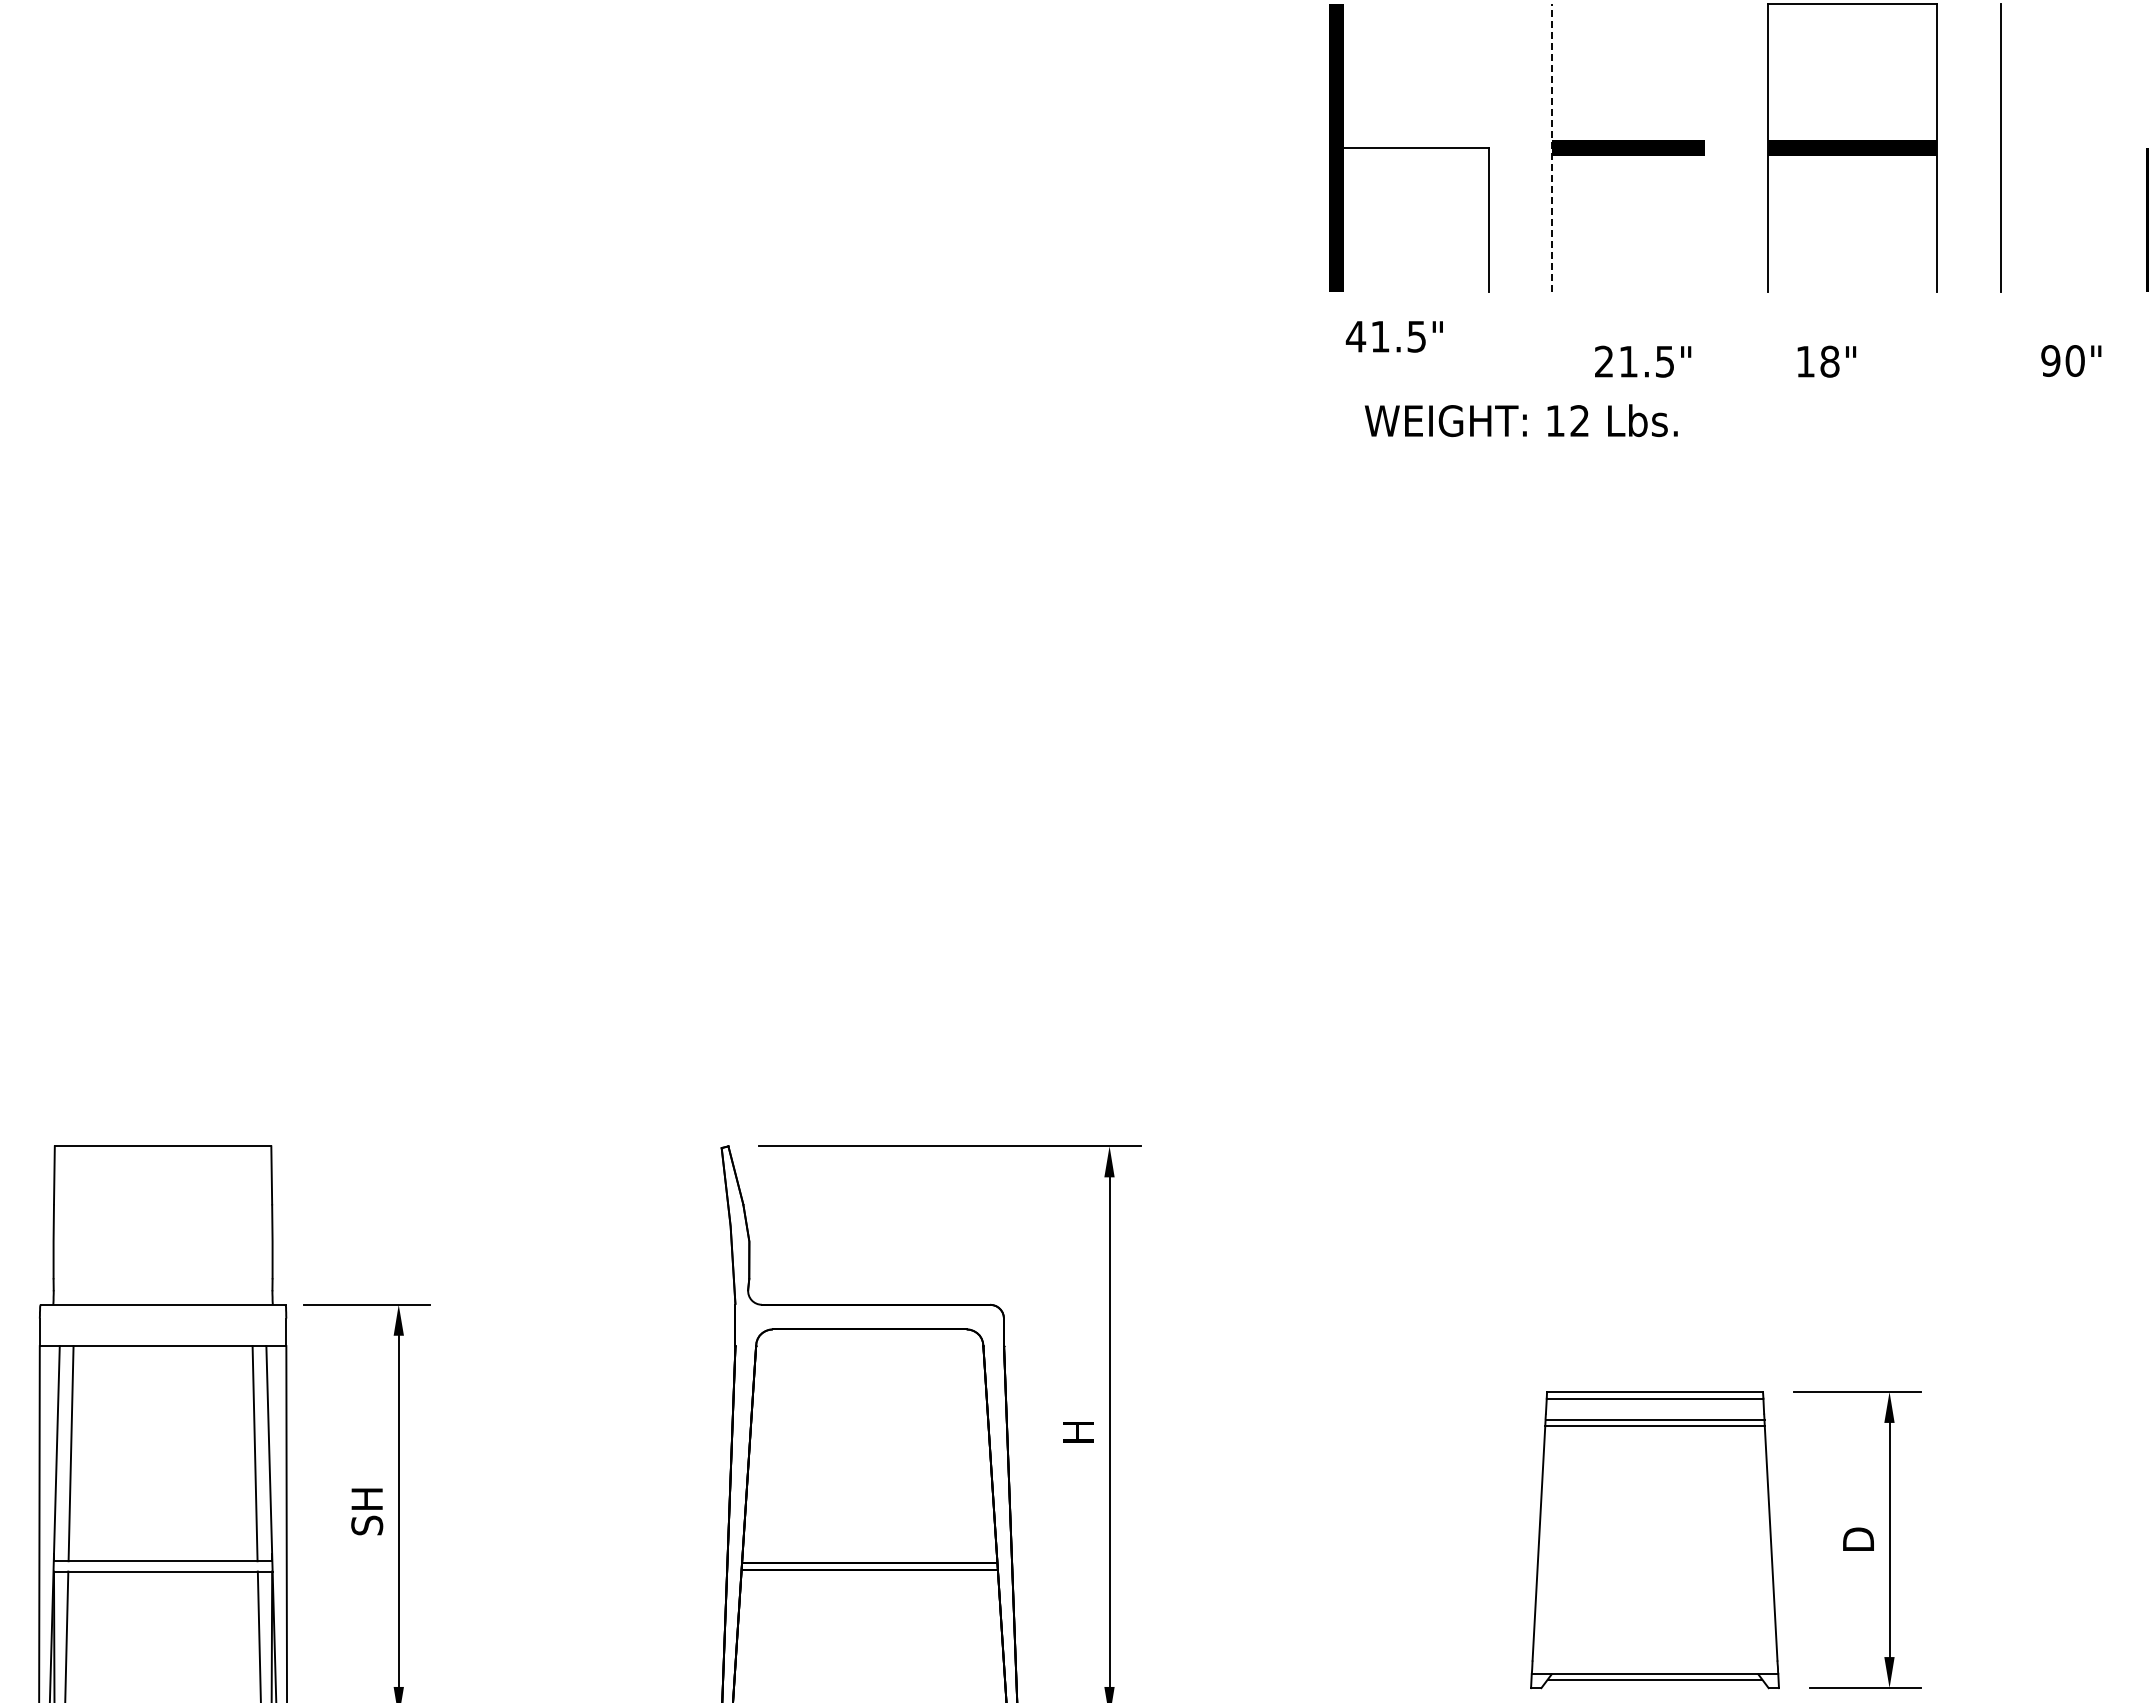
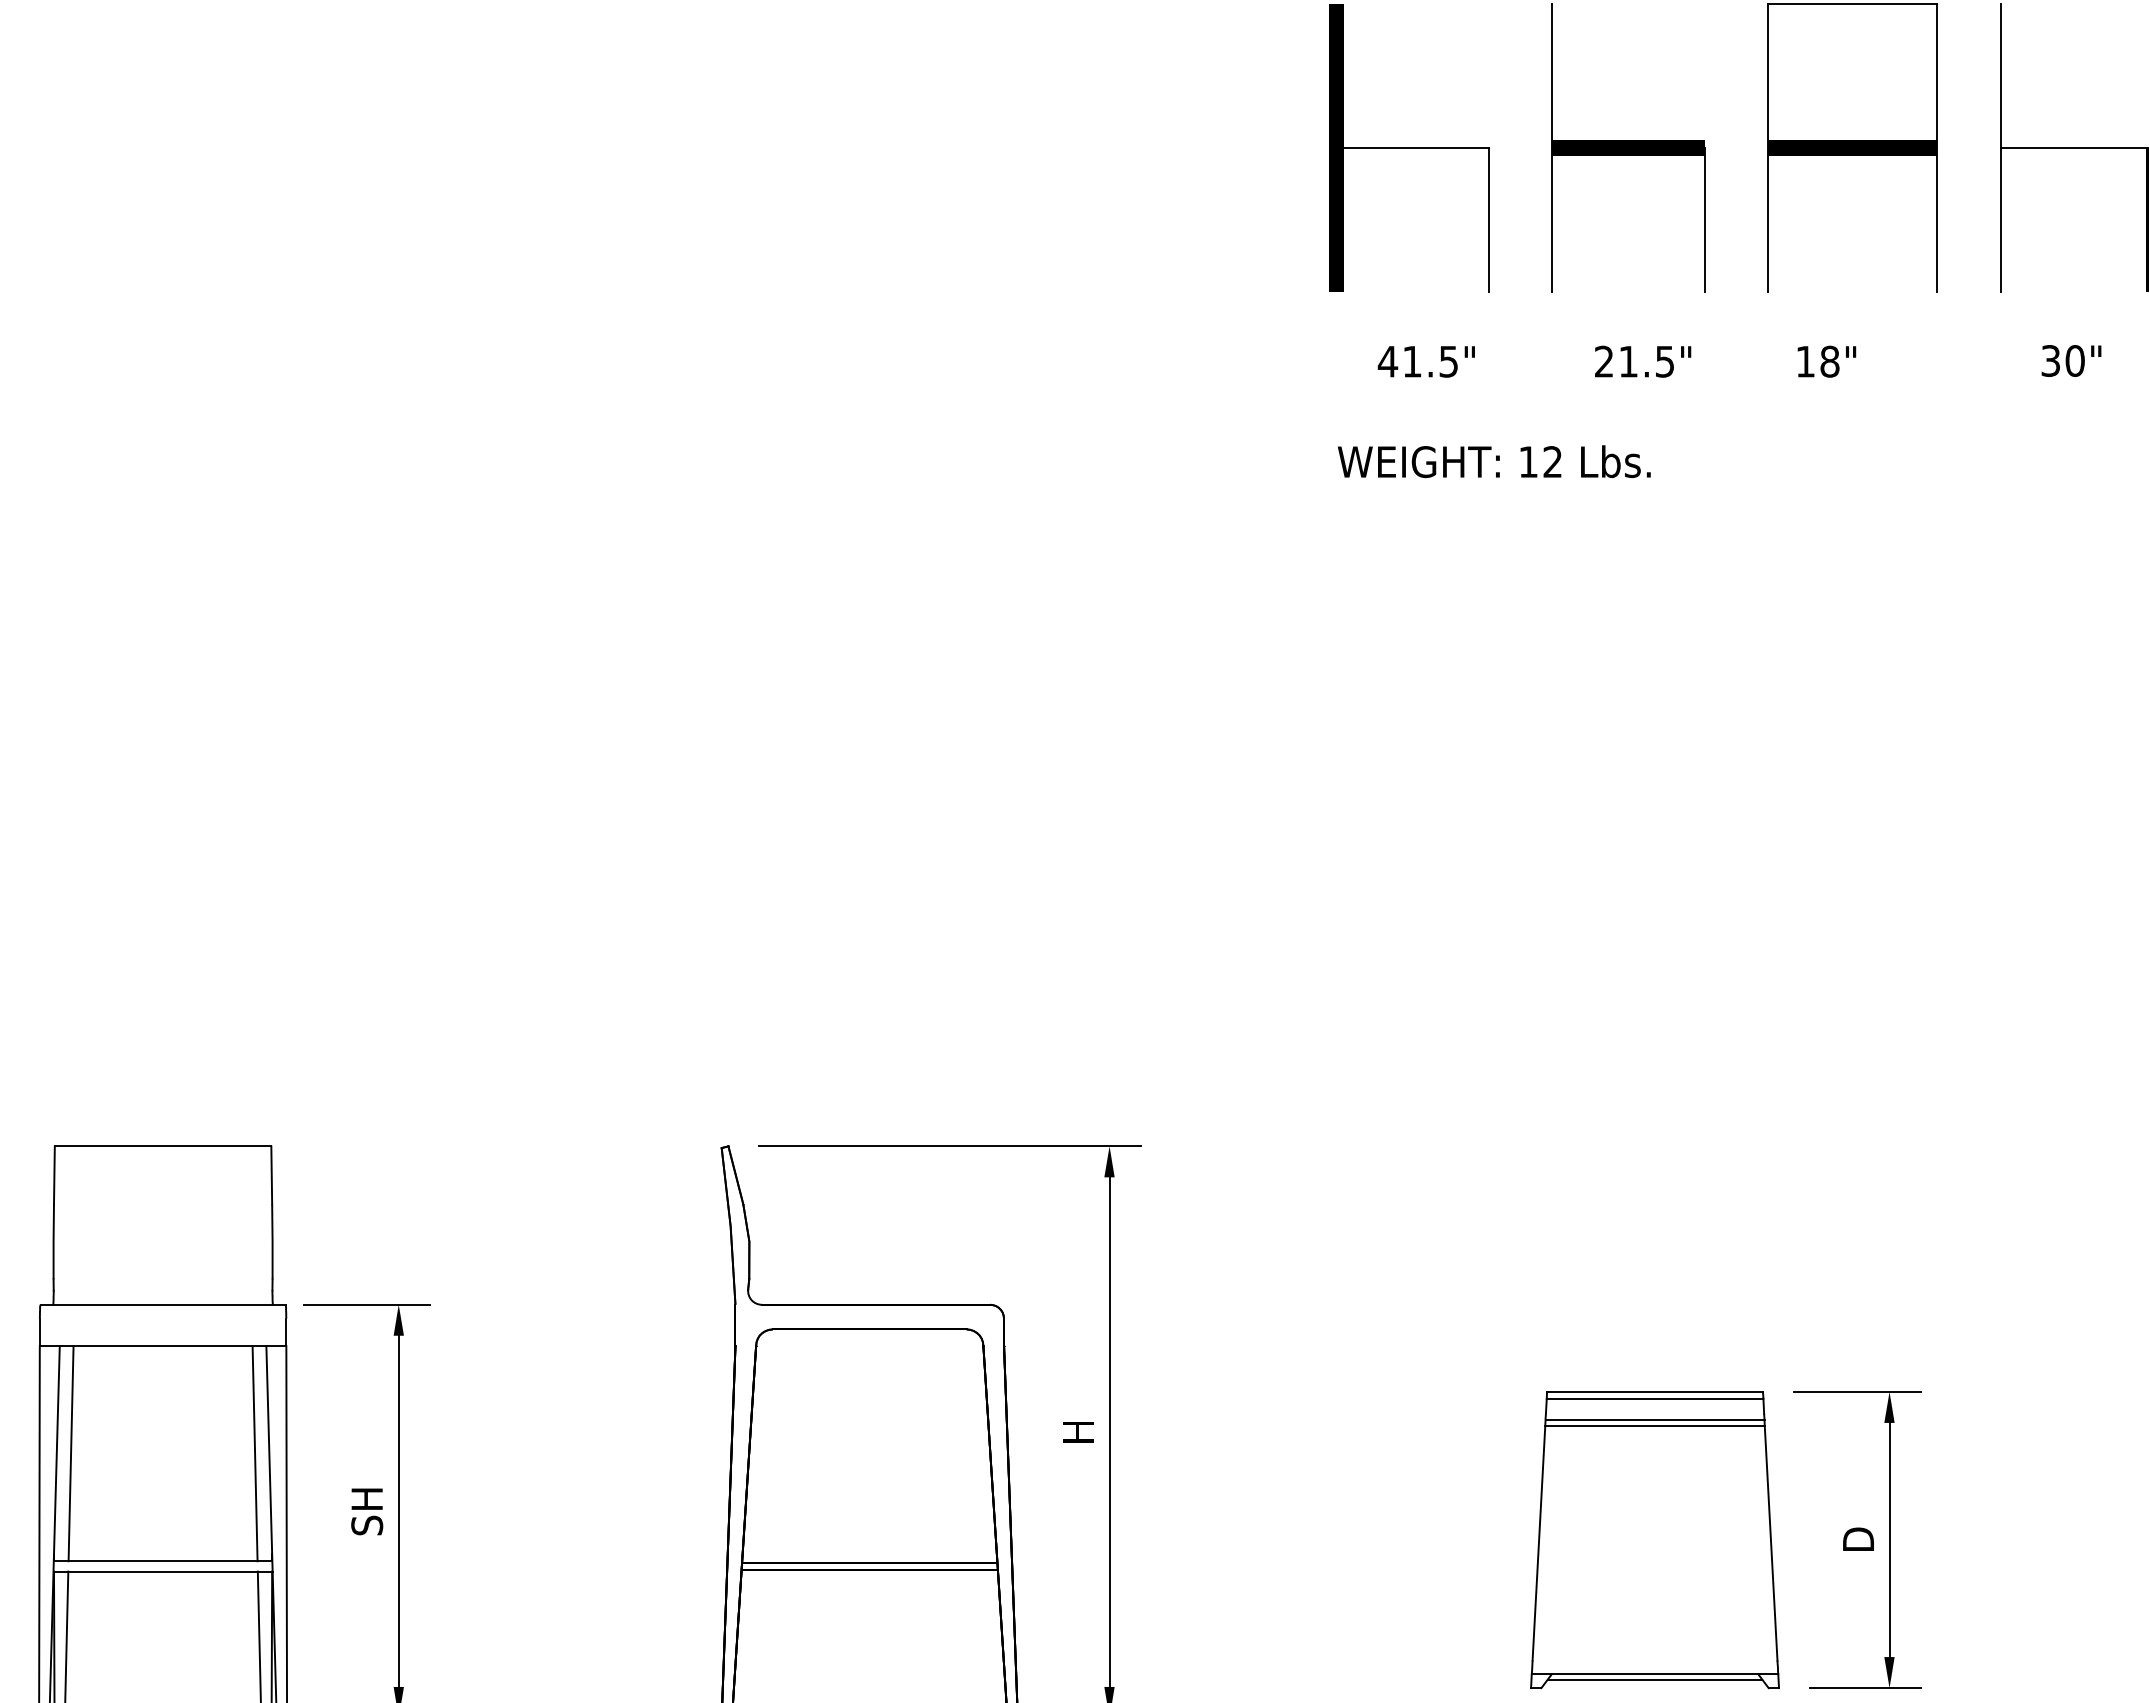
line at (1552, 147): dashed -> solid
line at (2072, 147): none -> present
line at (1704, 219): none -> present
text at (1393, 336) position: (1393, 336) -> (1425, 361)
text at (2050, 360): 90" -> 30"
text at (1521, 420) position: (1521, 420) -> (1494, 461)
